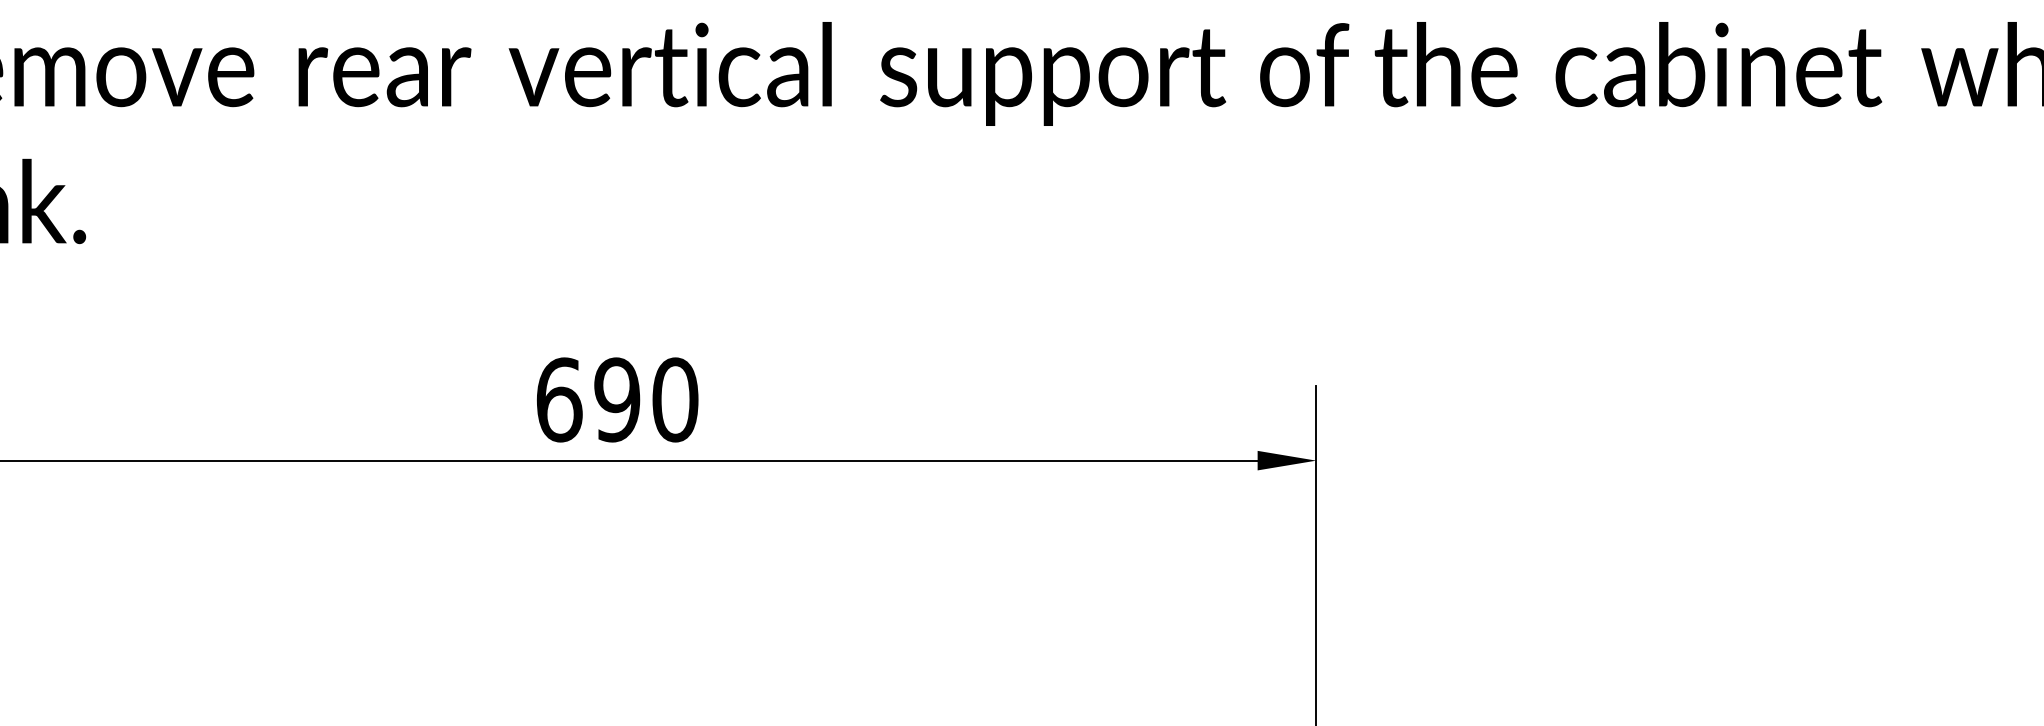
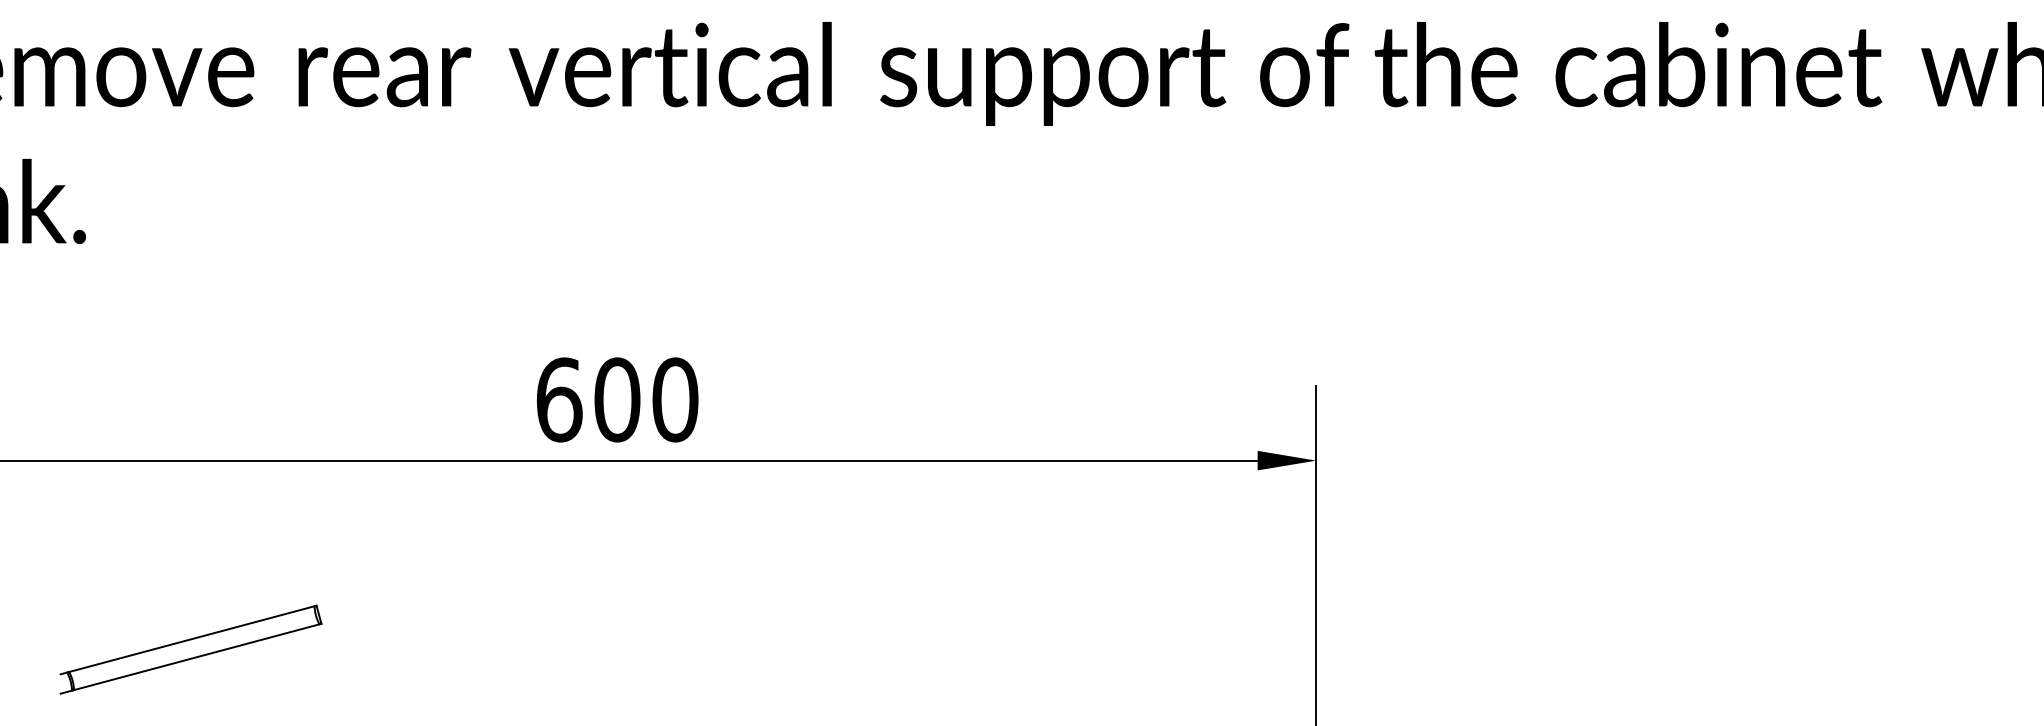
text at (617, 399): 690 -> 600
part at (190, 649): none -> present
